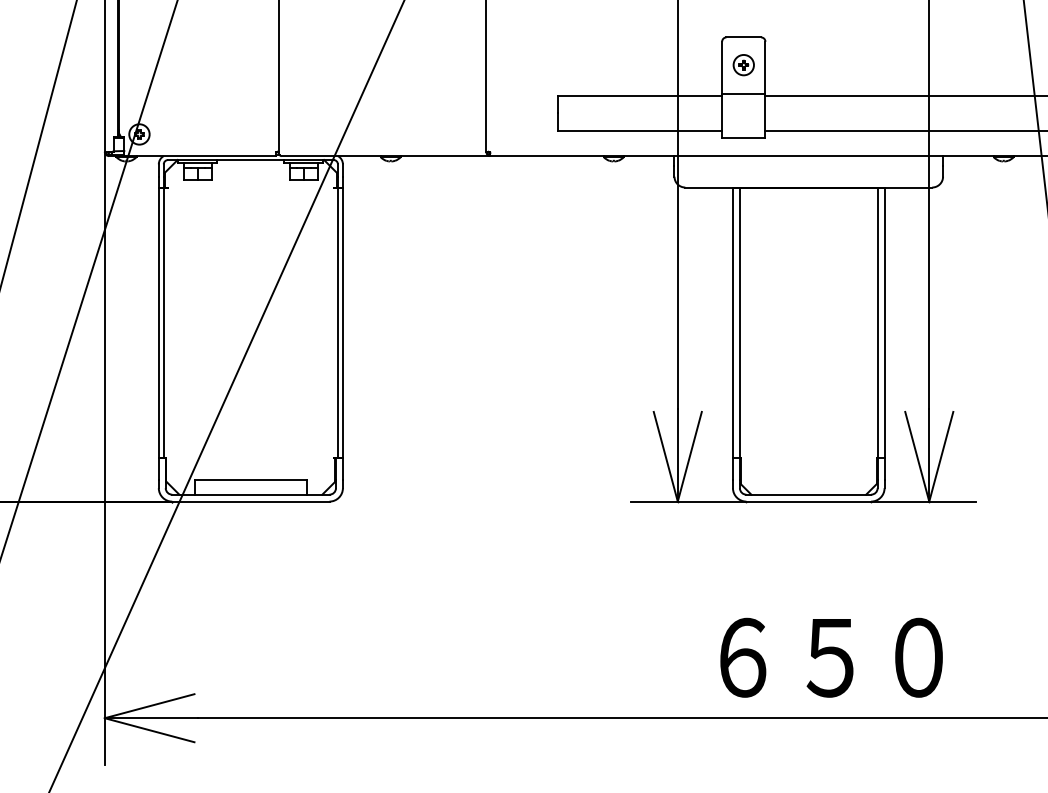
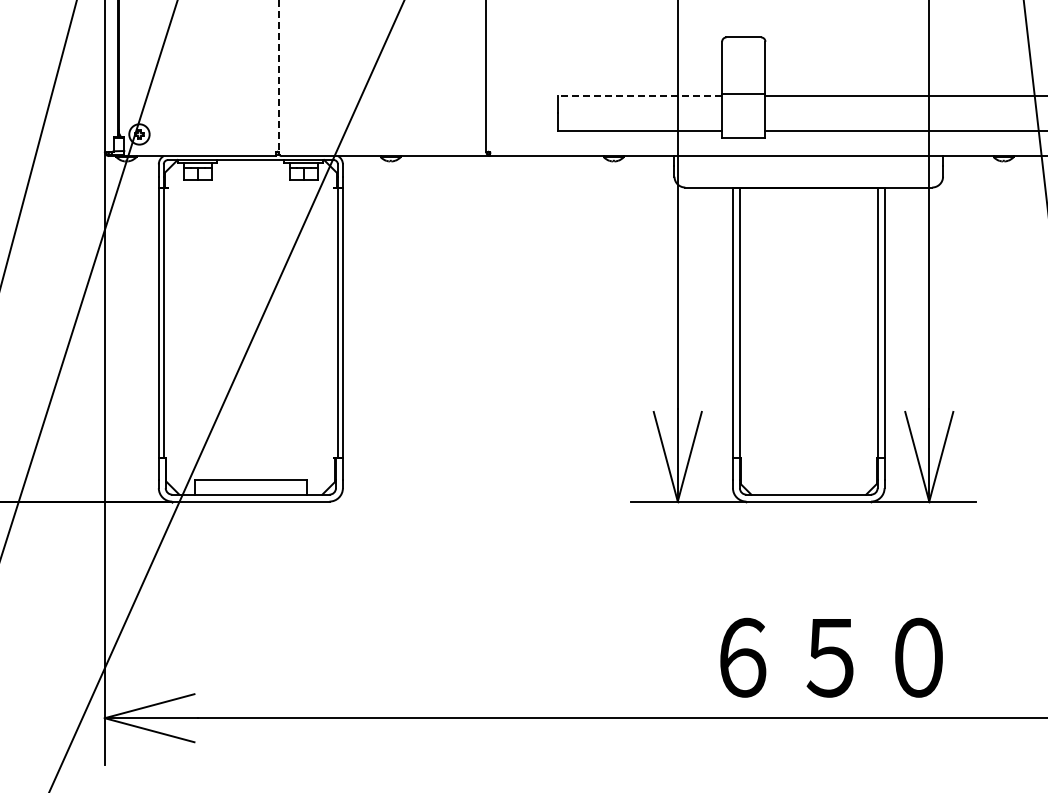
part at (743, 65): present -> none
line at (278, 76): solid -> dashed
line at (639, 96): solid -> dashed
